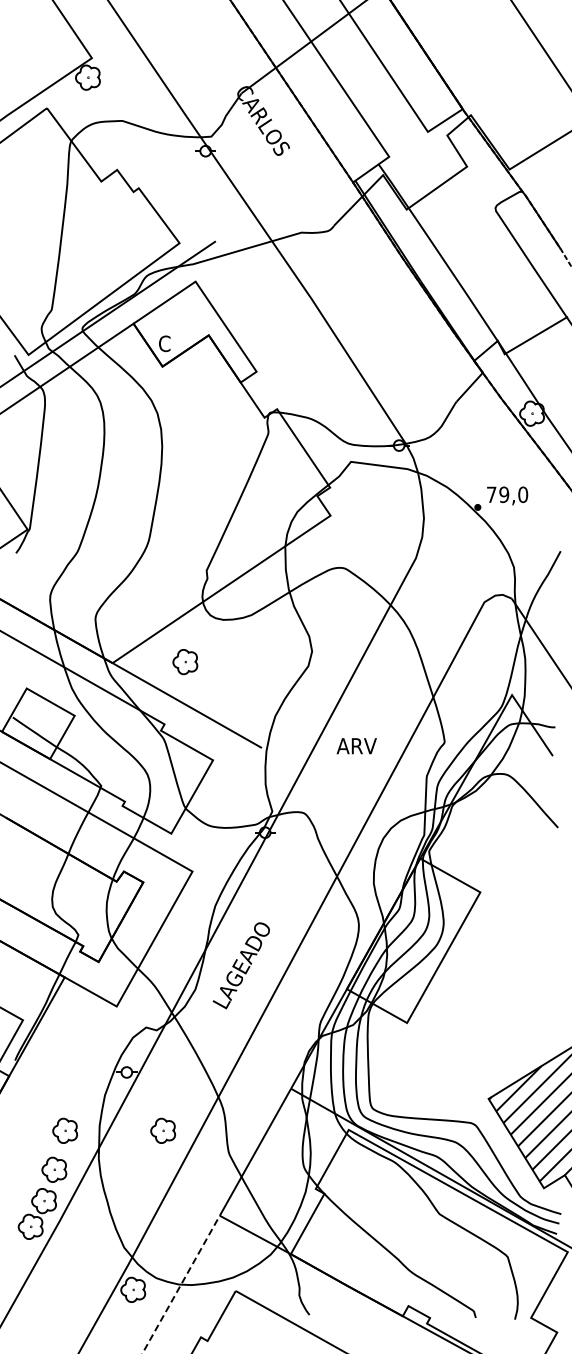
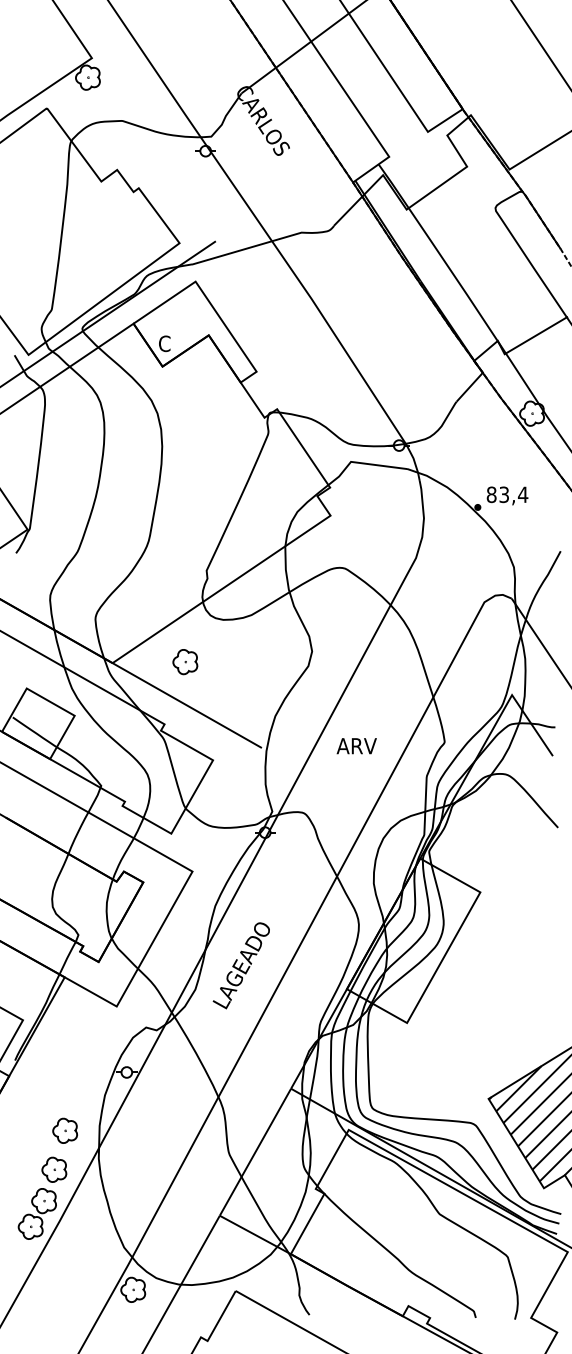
text at (507, 494): 79,0 -> 83,4
part at (162, 1130): present -> none
line at (181, 1284): dashed -> solid
